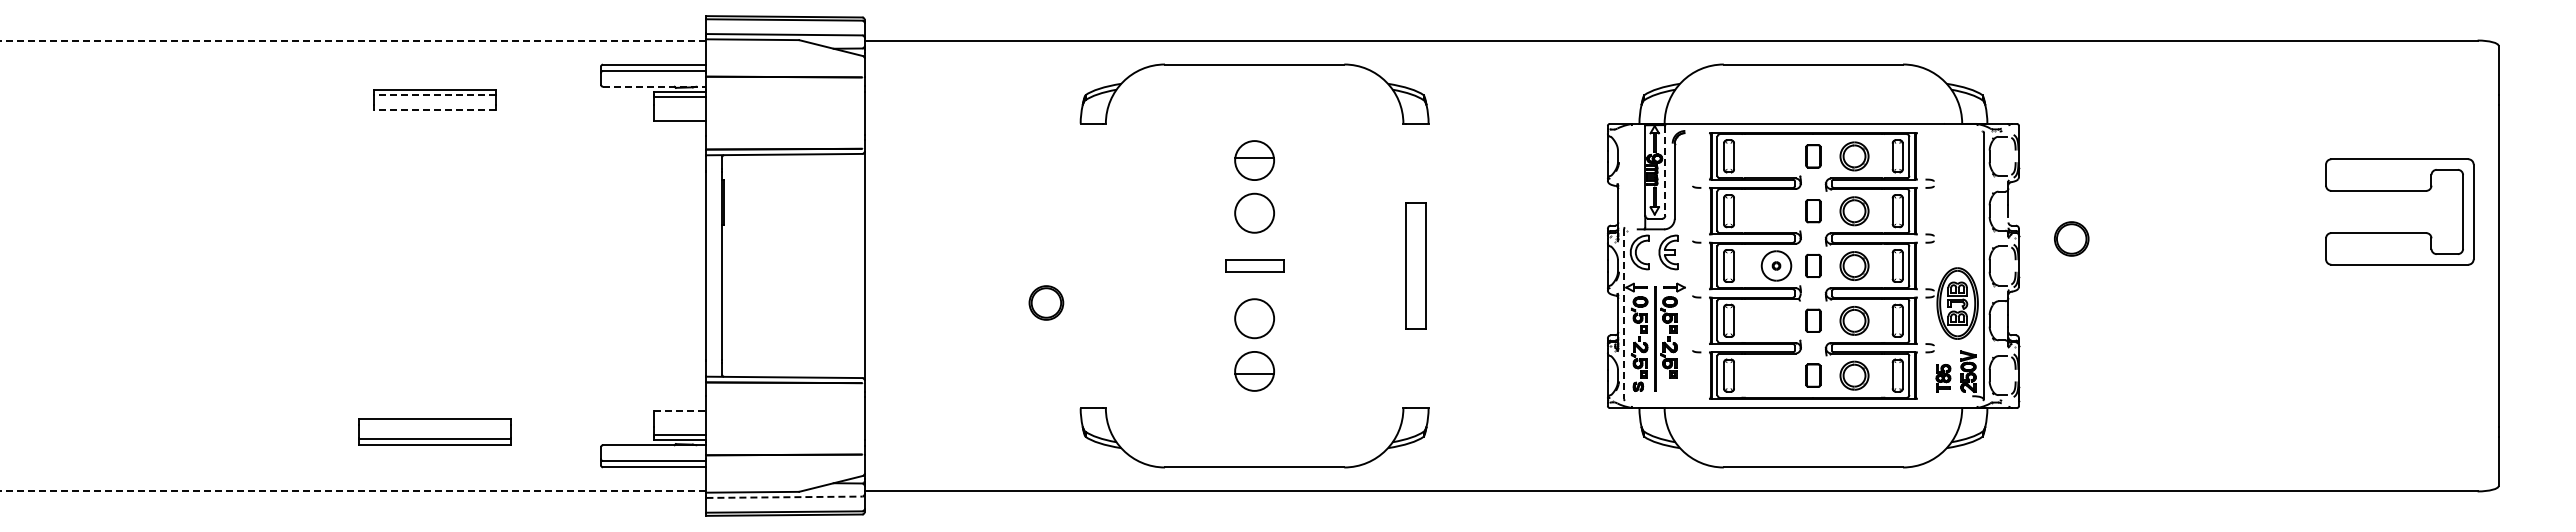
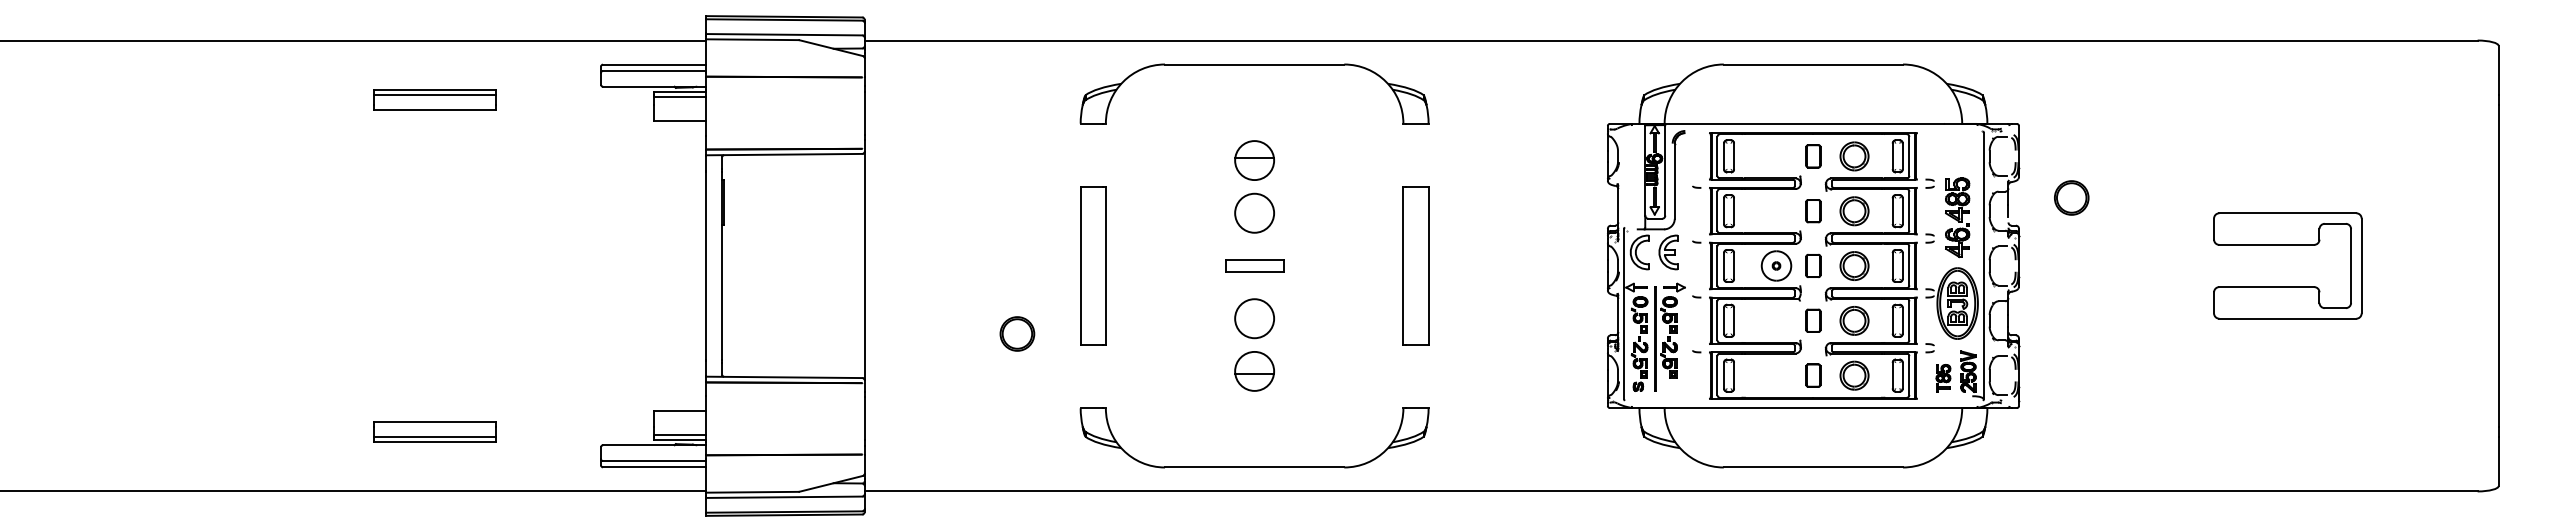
line at (353, 40): dashed -> solid
line at (654, 86): dashed -> solid
line at (434, 94): dashed -> solid
line at (434, 110): dashed -> solid
line at (1665, 170): dashed -> solid
part at (2399, 191) position: (2399, 191) -> (2287, 245)
part at (1957, 217): none -> present
part at (2071, 238) position: (2071, 238) -> (2071, 197)
part at (1093, 265): none -> present
part at (1415, 265) size: 22x128 px -> 28x160 px
part at (1046, 302) position: (1046, 302) -> (1017, 333)
line at (1624, 314): dashed -> solid
line at (680, 410): dashed -> solid
part at (434, 431) size: 154x28 px -> 124x22 px
line at (353, 491): dashed -> solid
line at (784, 497): dashed -> solid
